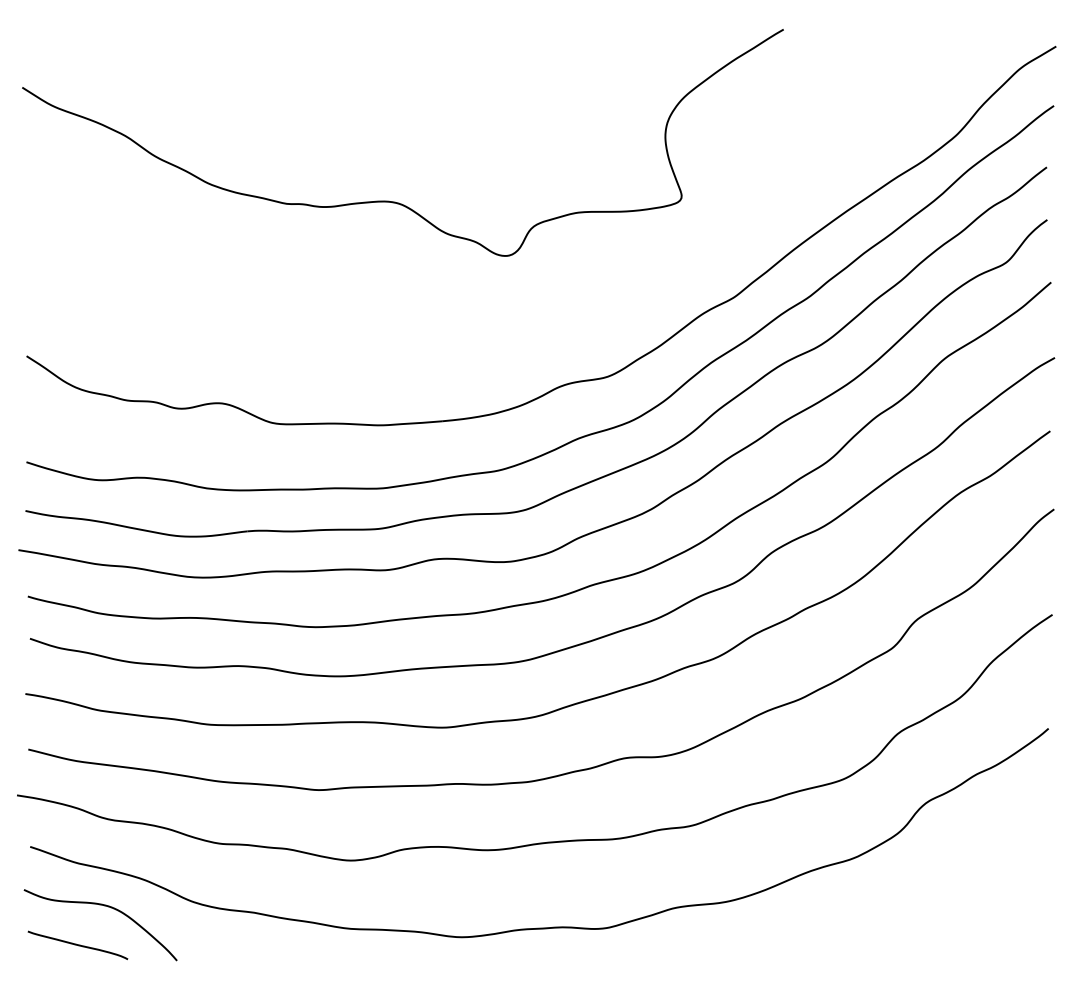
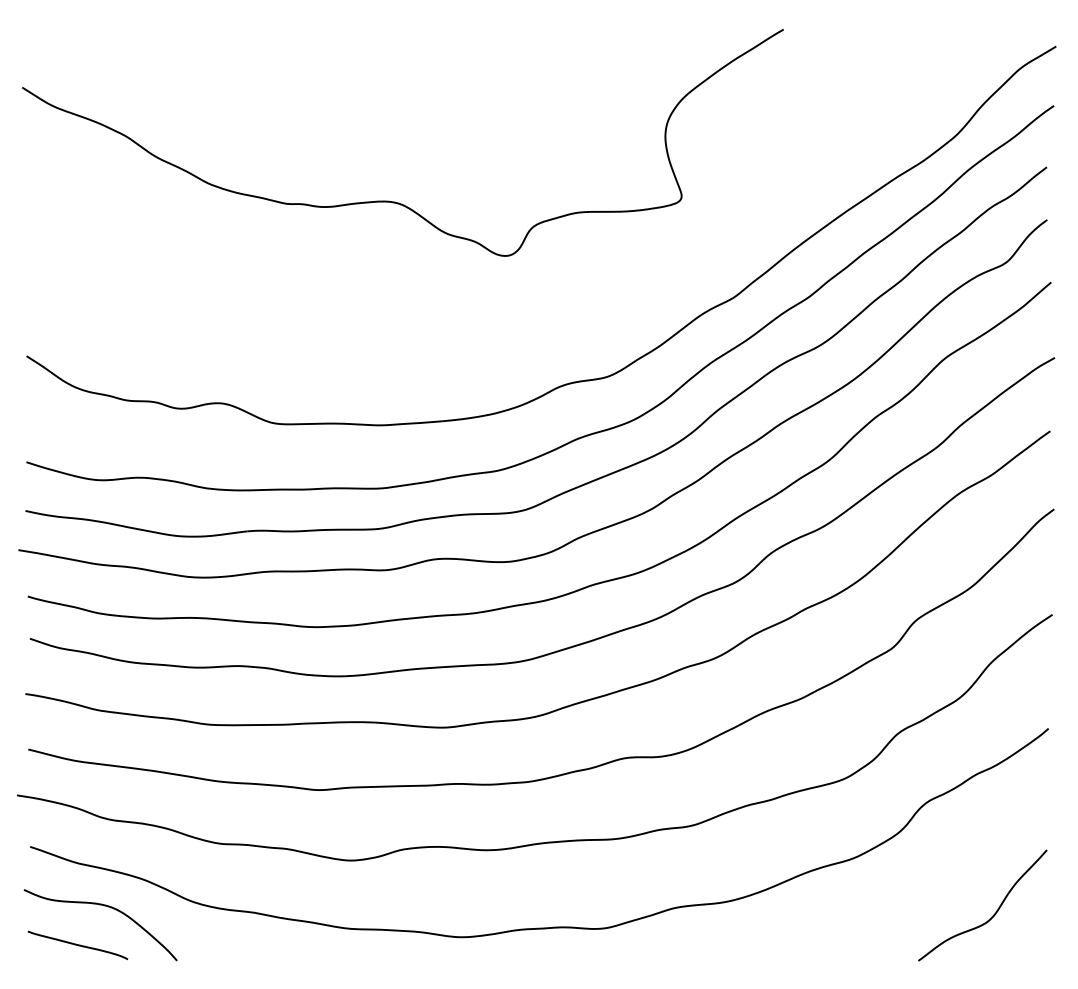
curve at (992, 915): none -> present
